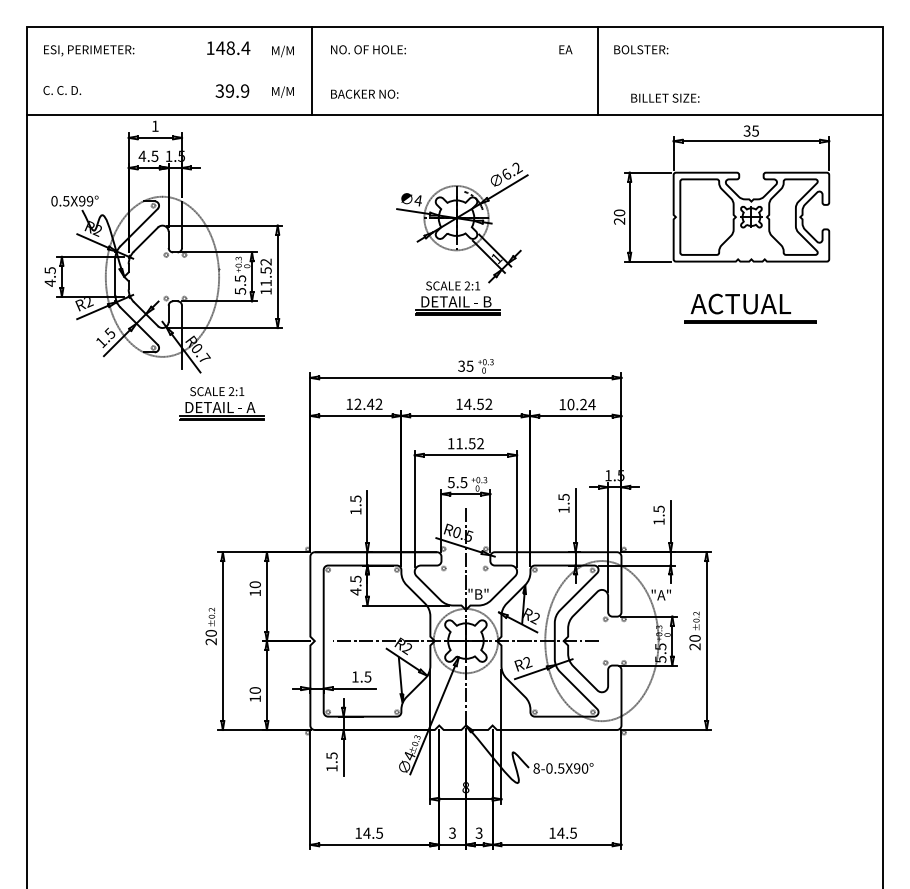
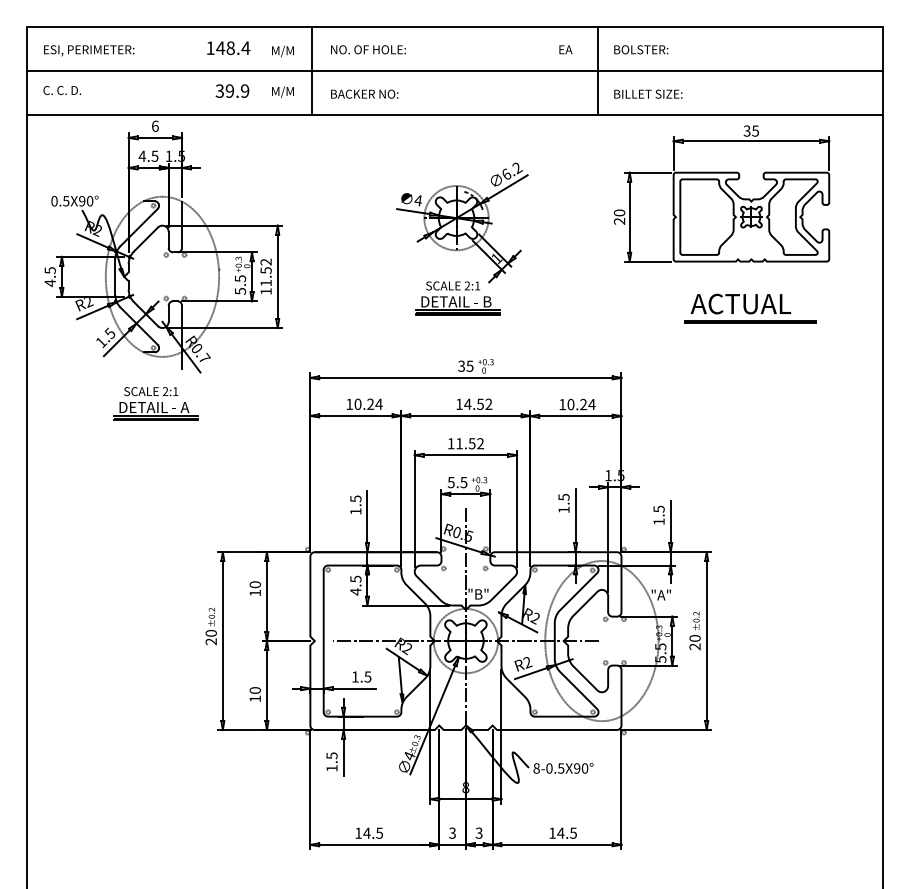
line at (454, 71): none -> present
text at (665, 97) position: (665, 97) -> (648, 93)
text at (155, 125): 1 -> 6
text at (89, 201): 0.5X99° -> 0.5X90°
part at (221, 403) position: (221, 403) -> (155, 403)
text at (368, 403): 12.42 -> 10.24
